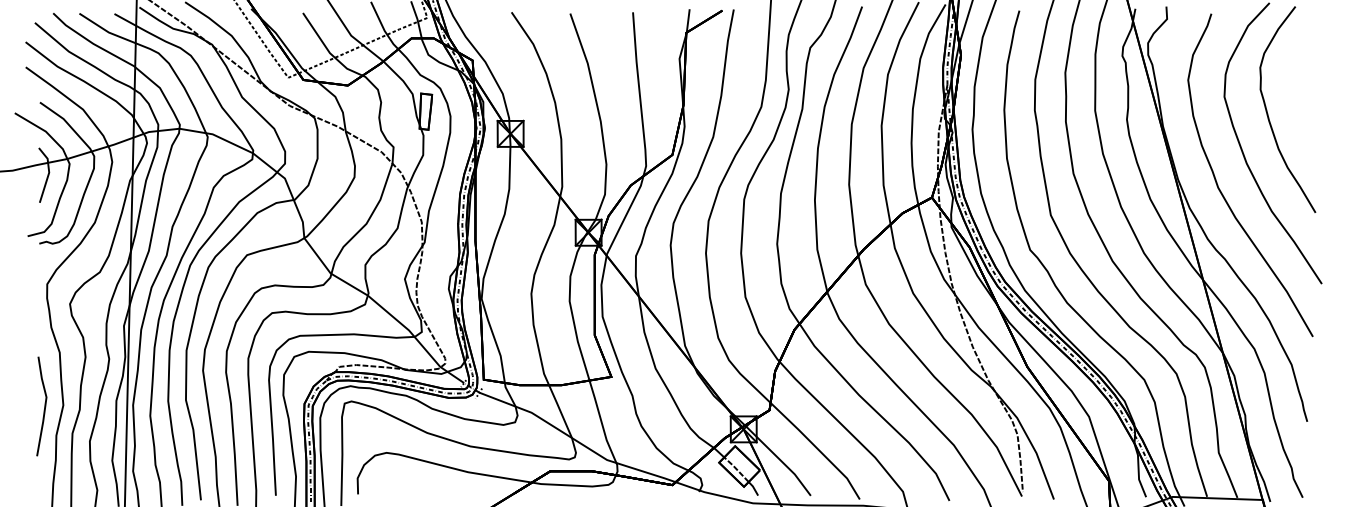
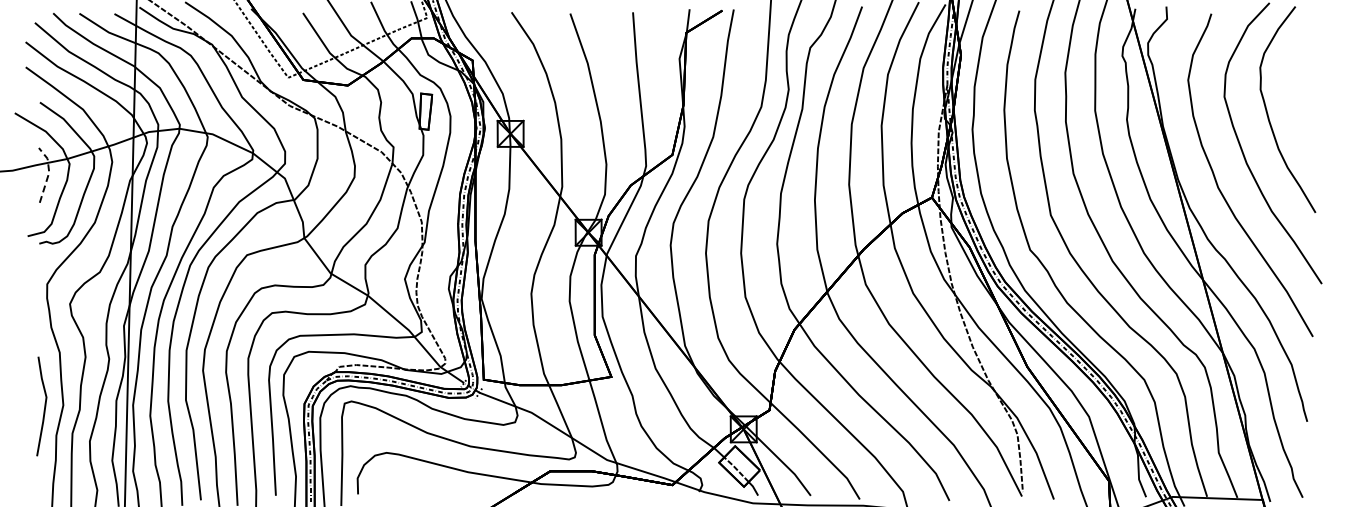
line at (48, 173): solid -> dashed
